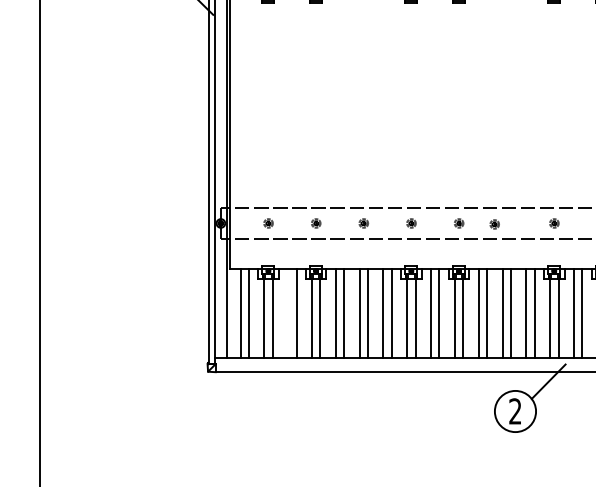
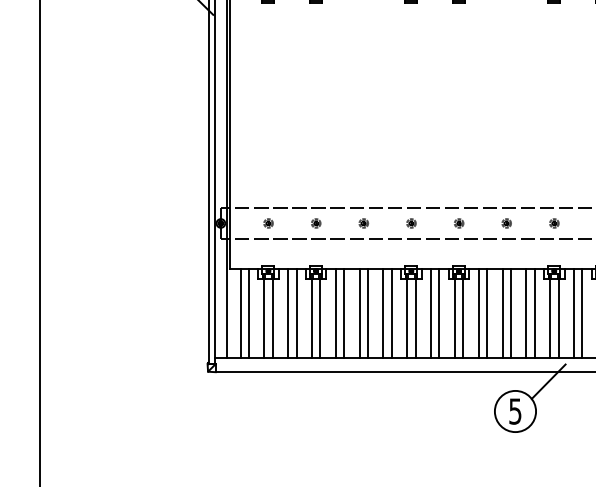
part at (494, 224) position: (494, 224) -> (506, 223)
line at (288, 313): none -> present
text at (515, 411): 2 -> 5
